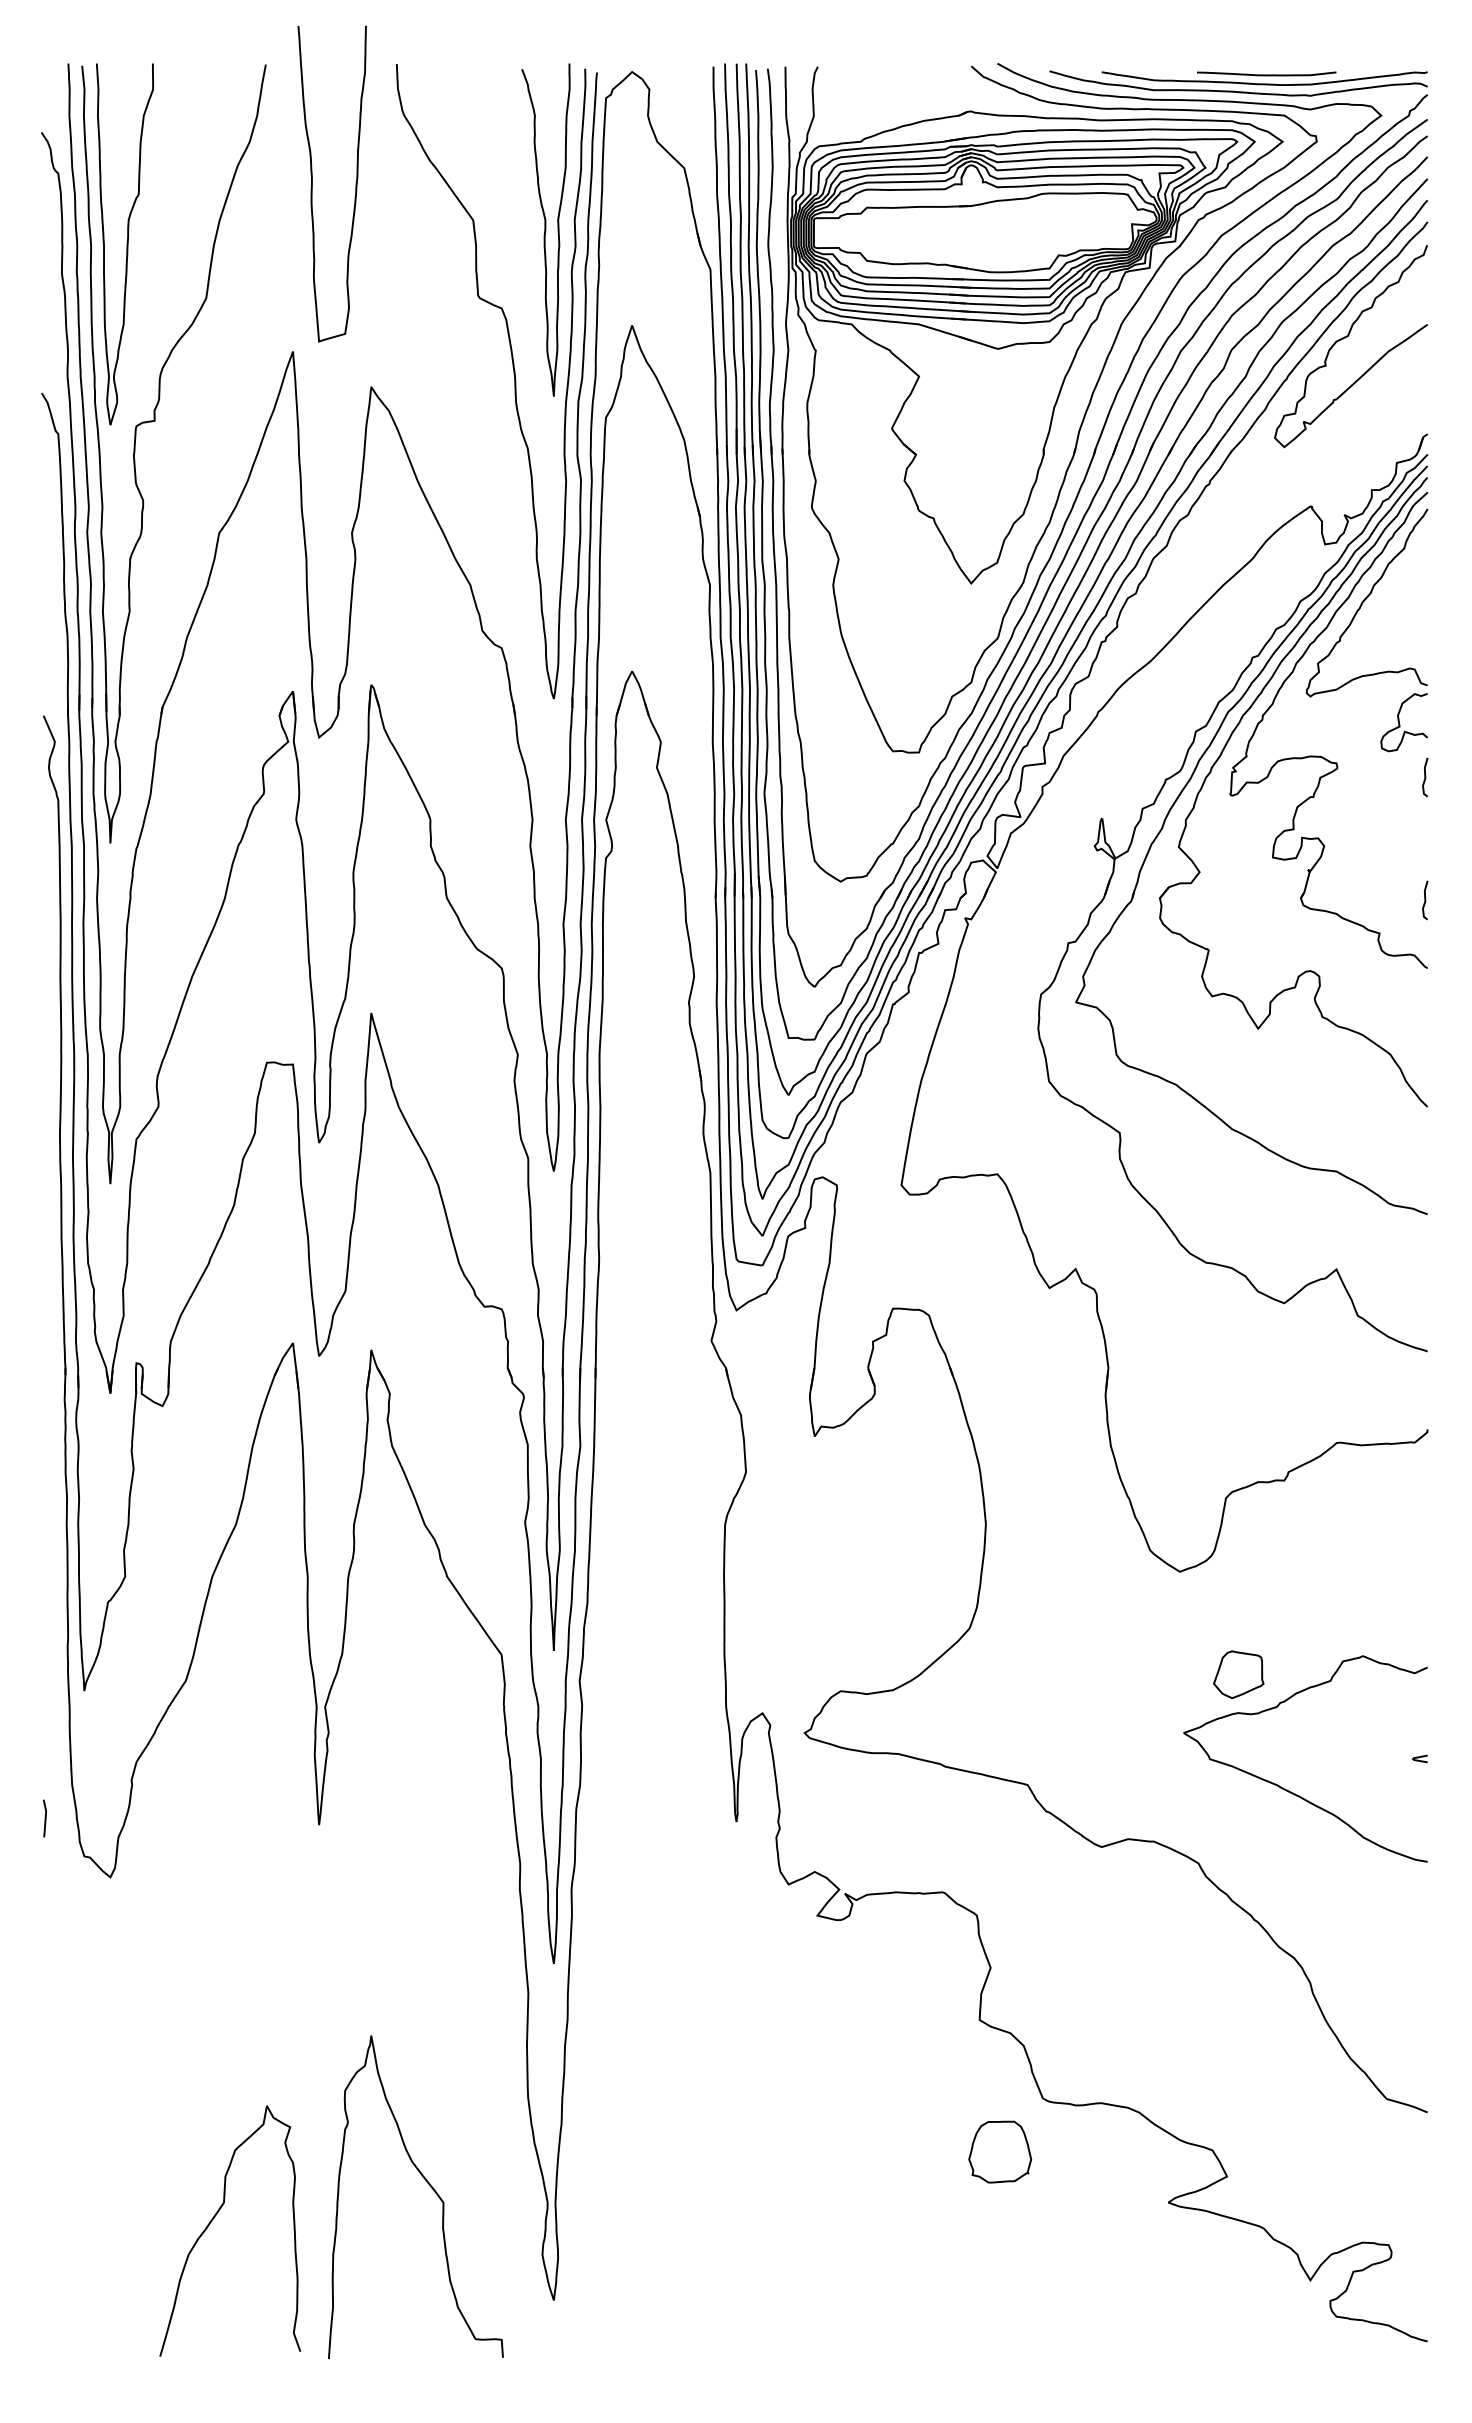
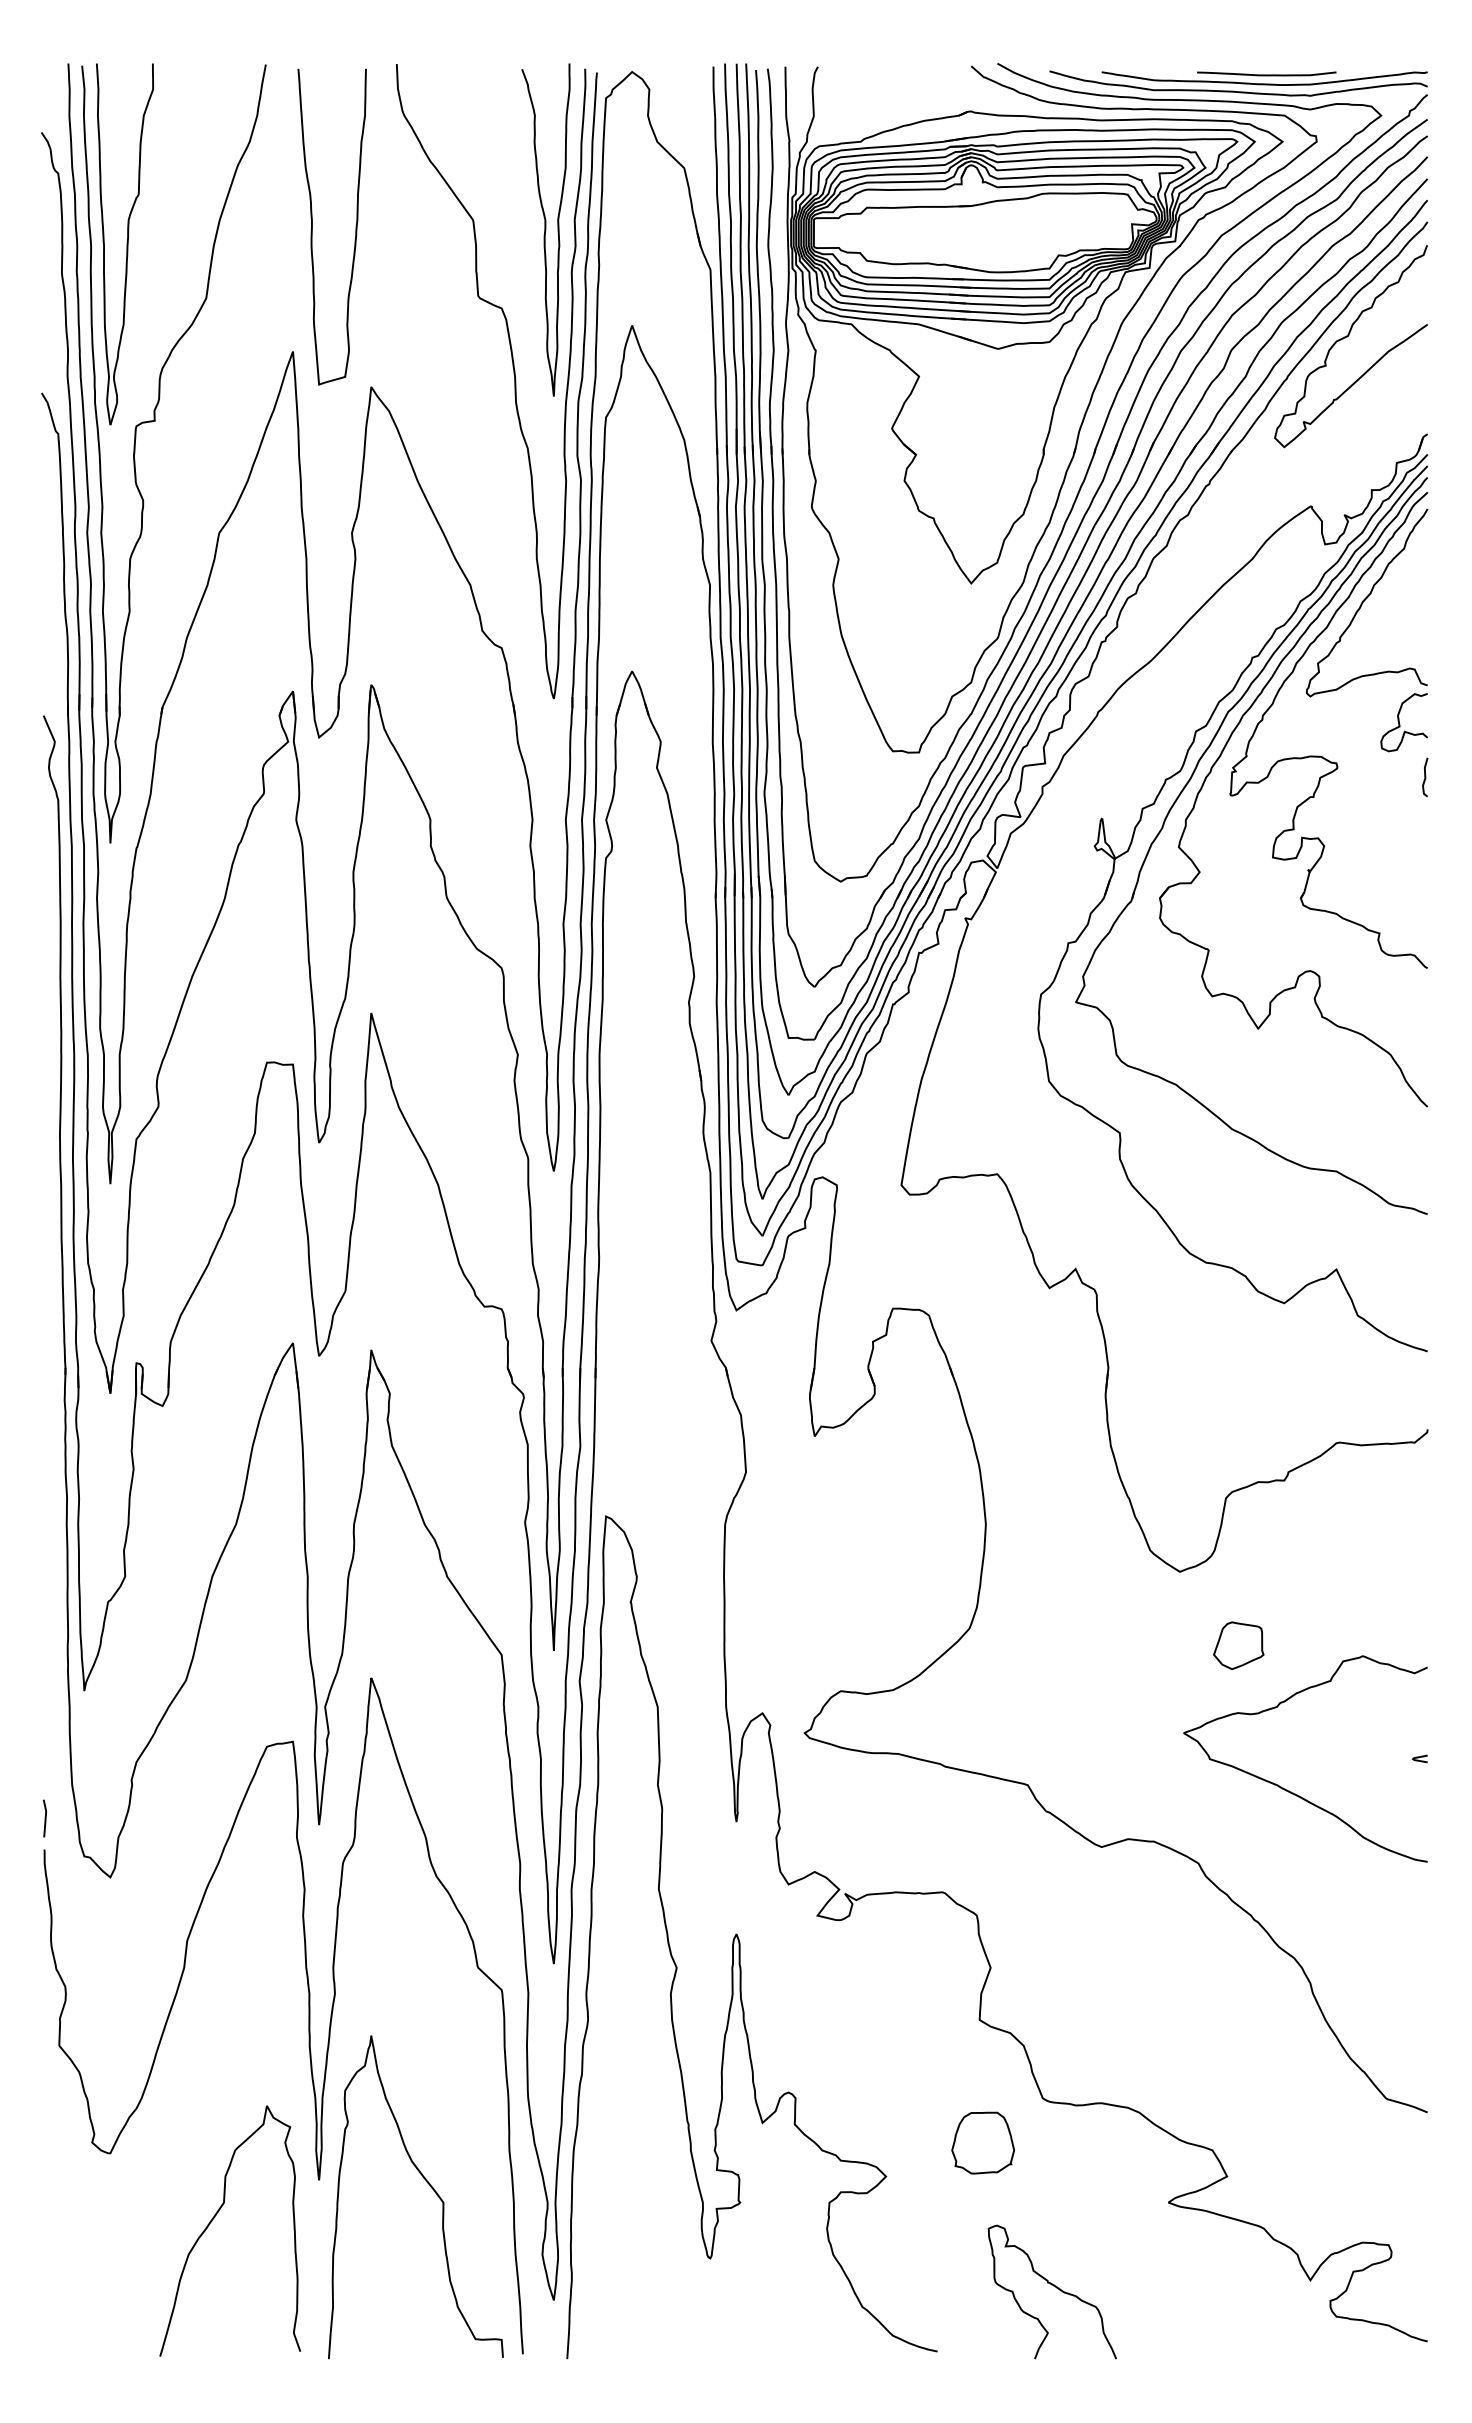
curve at (312, 183) position: (312, 183) -> (312, 226)
curve at (1425, 900): present -> none
part at (1238, 1674) position: (1238, 1674) -> (1238, 1645)
part at (739, 1938): none -> present
curve at (308, 2015): none -> present
part at (1000, 2151) position: (1000, 2151) -> (983, 2142)
curve at (1053, 2286): none -> present
